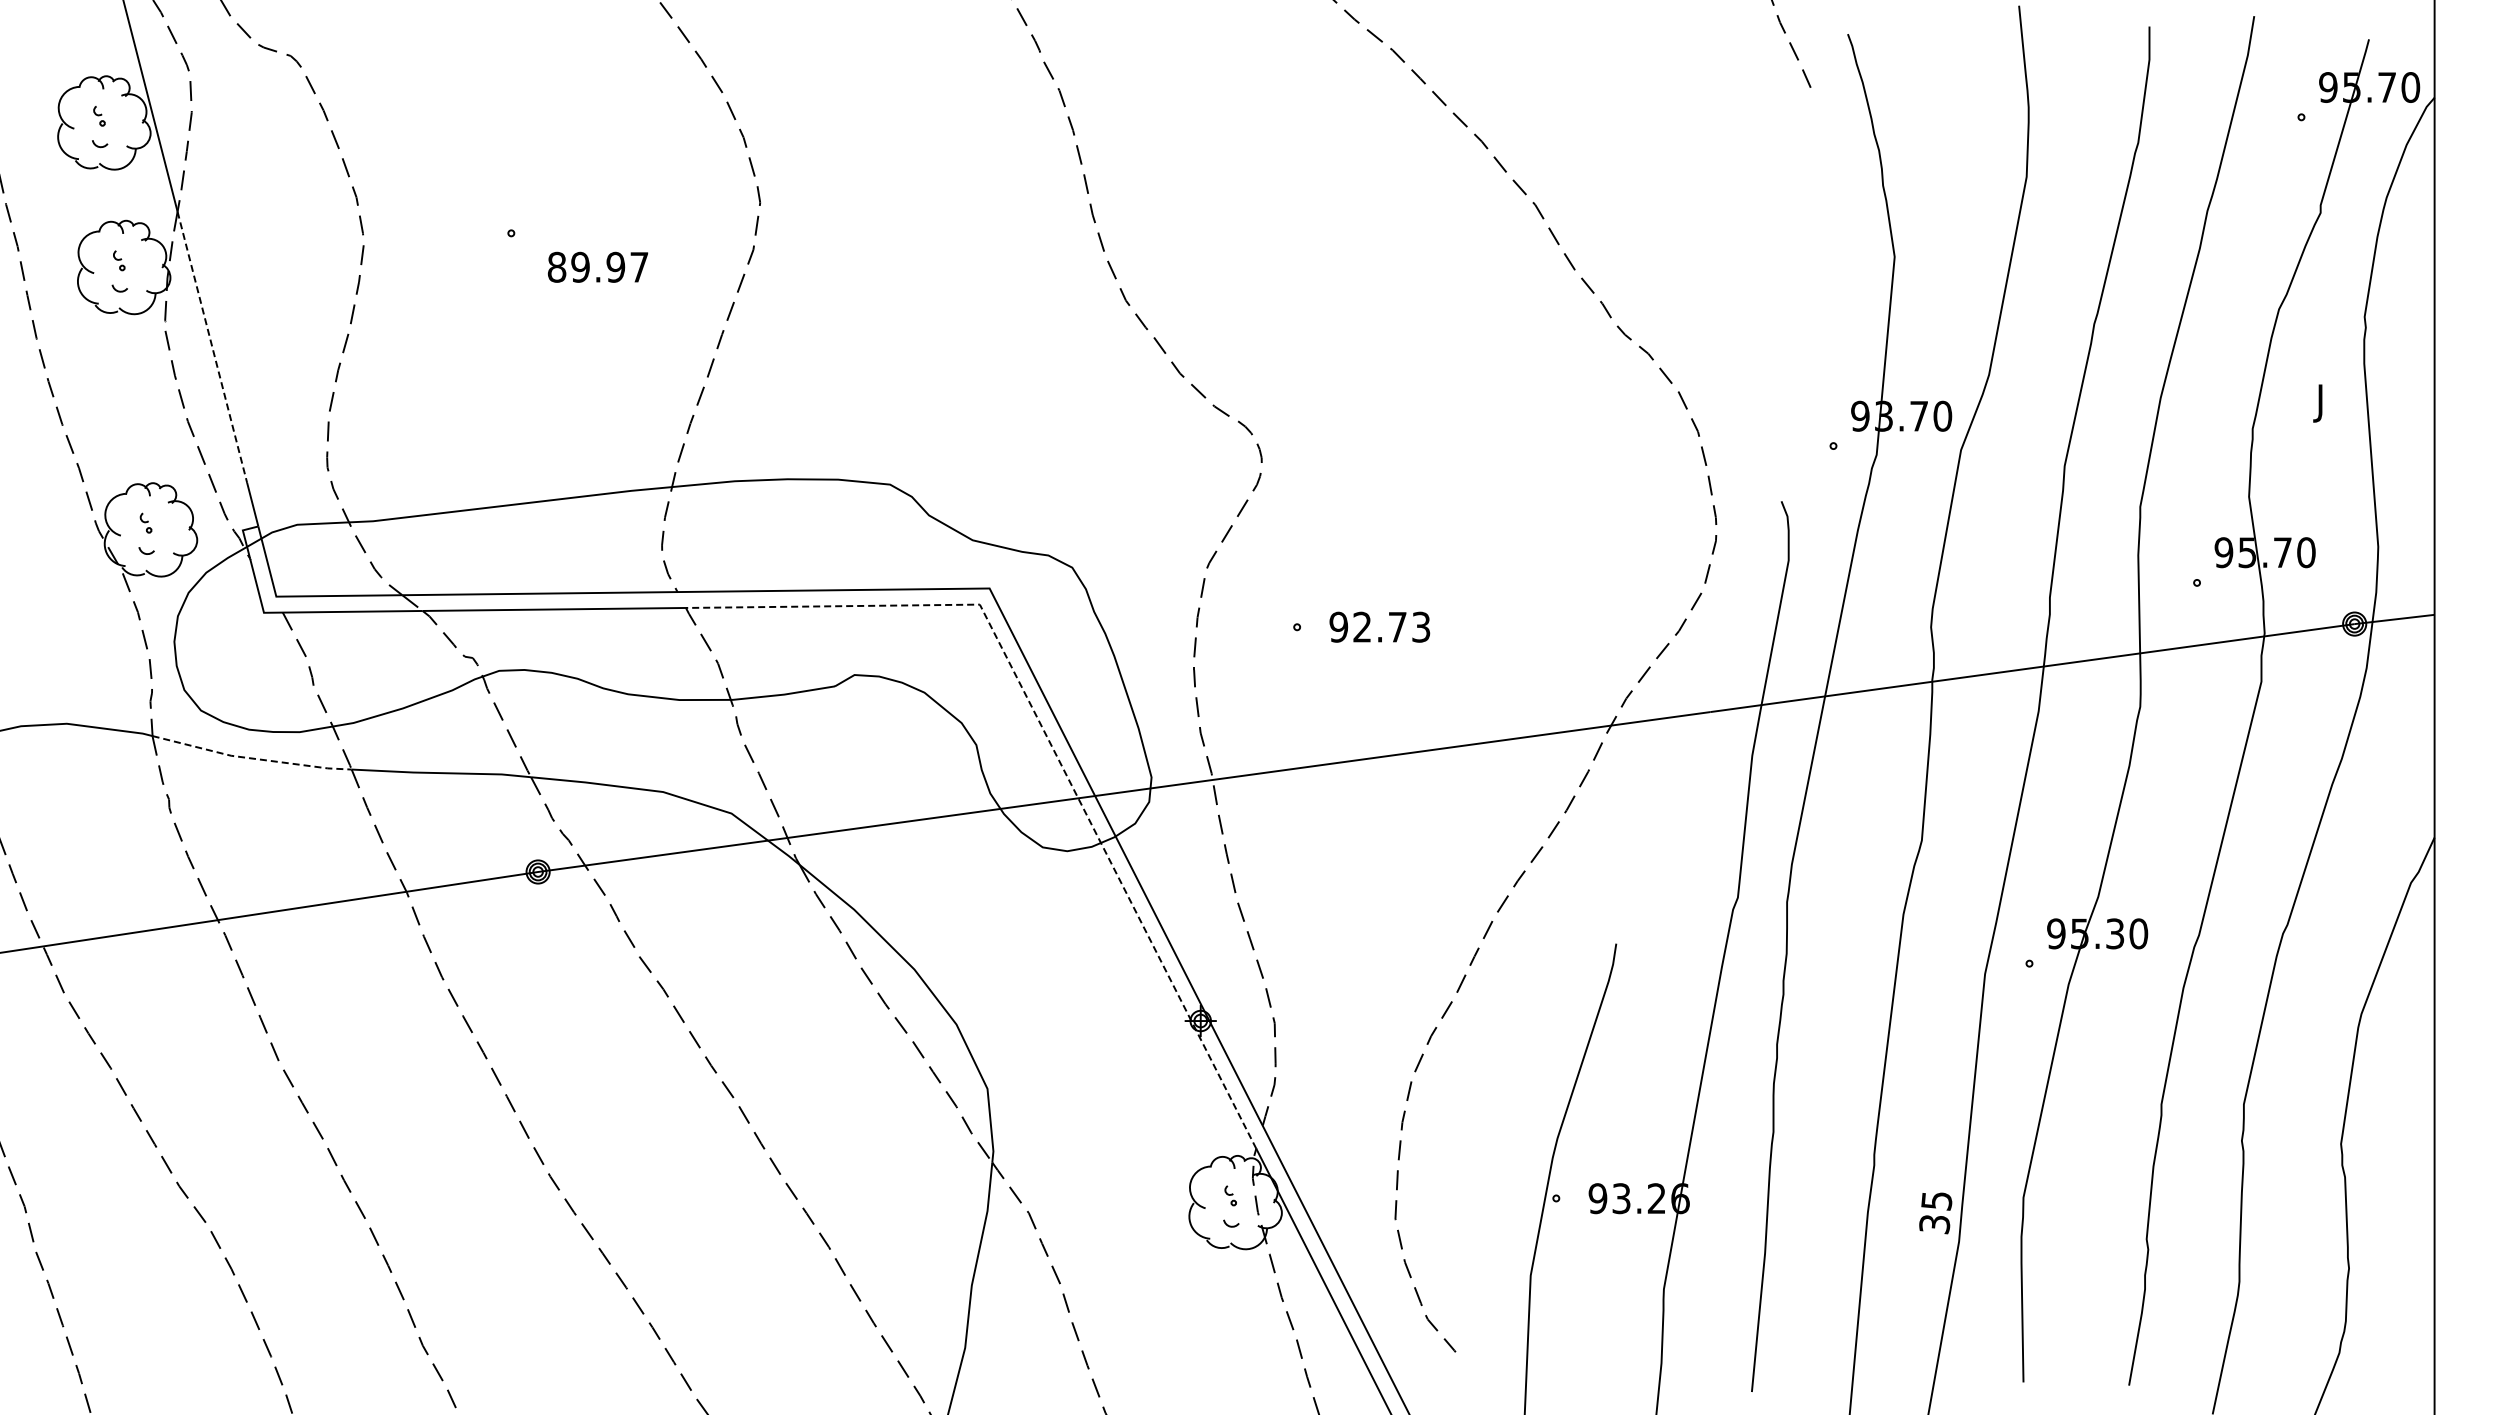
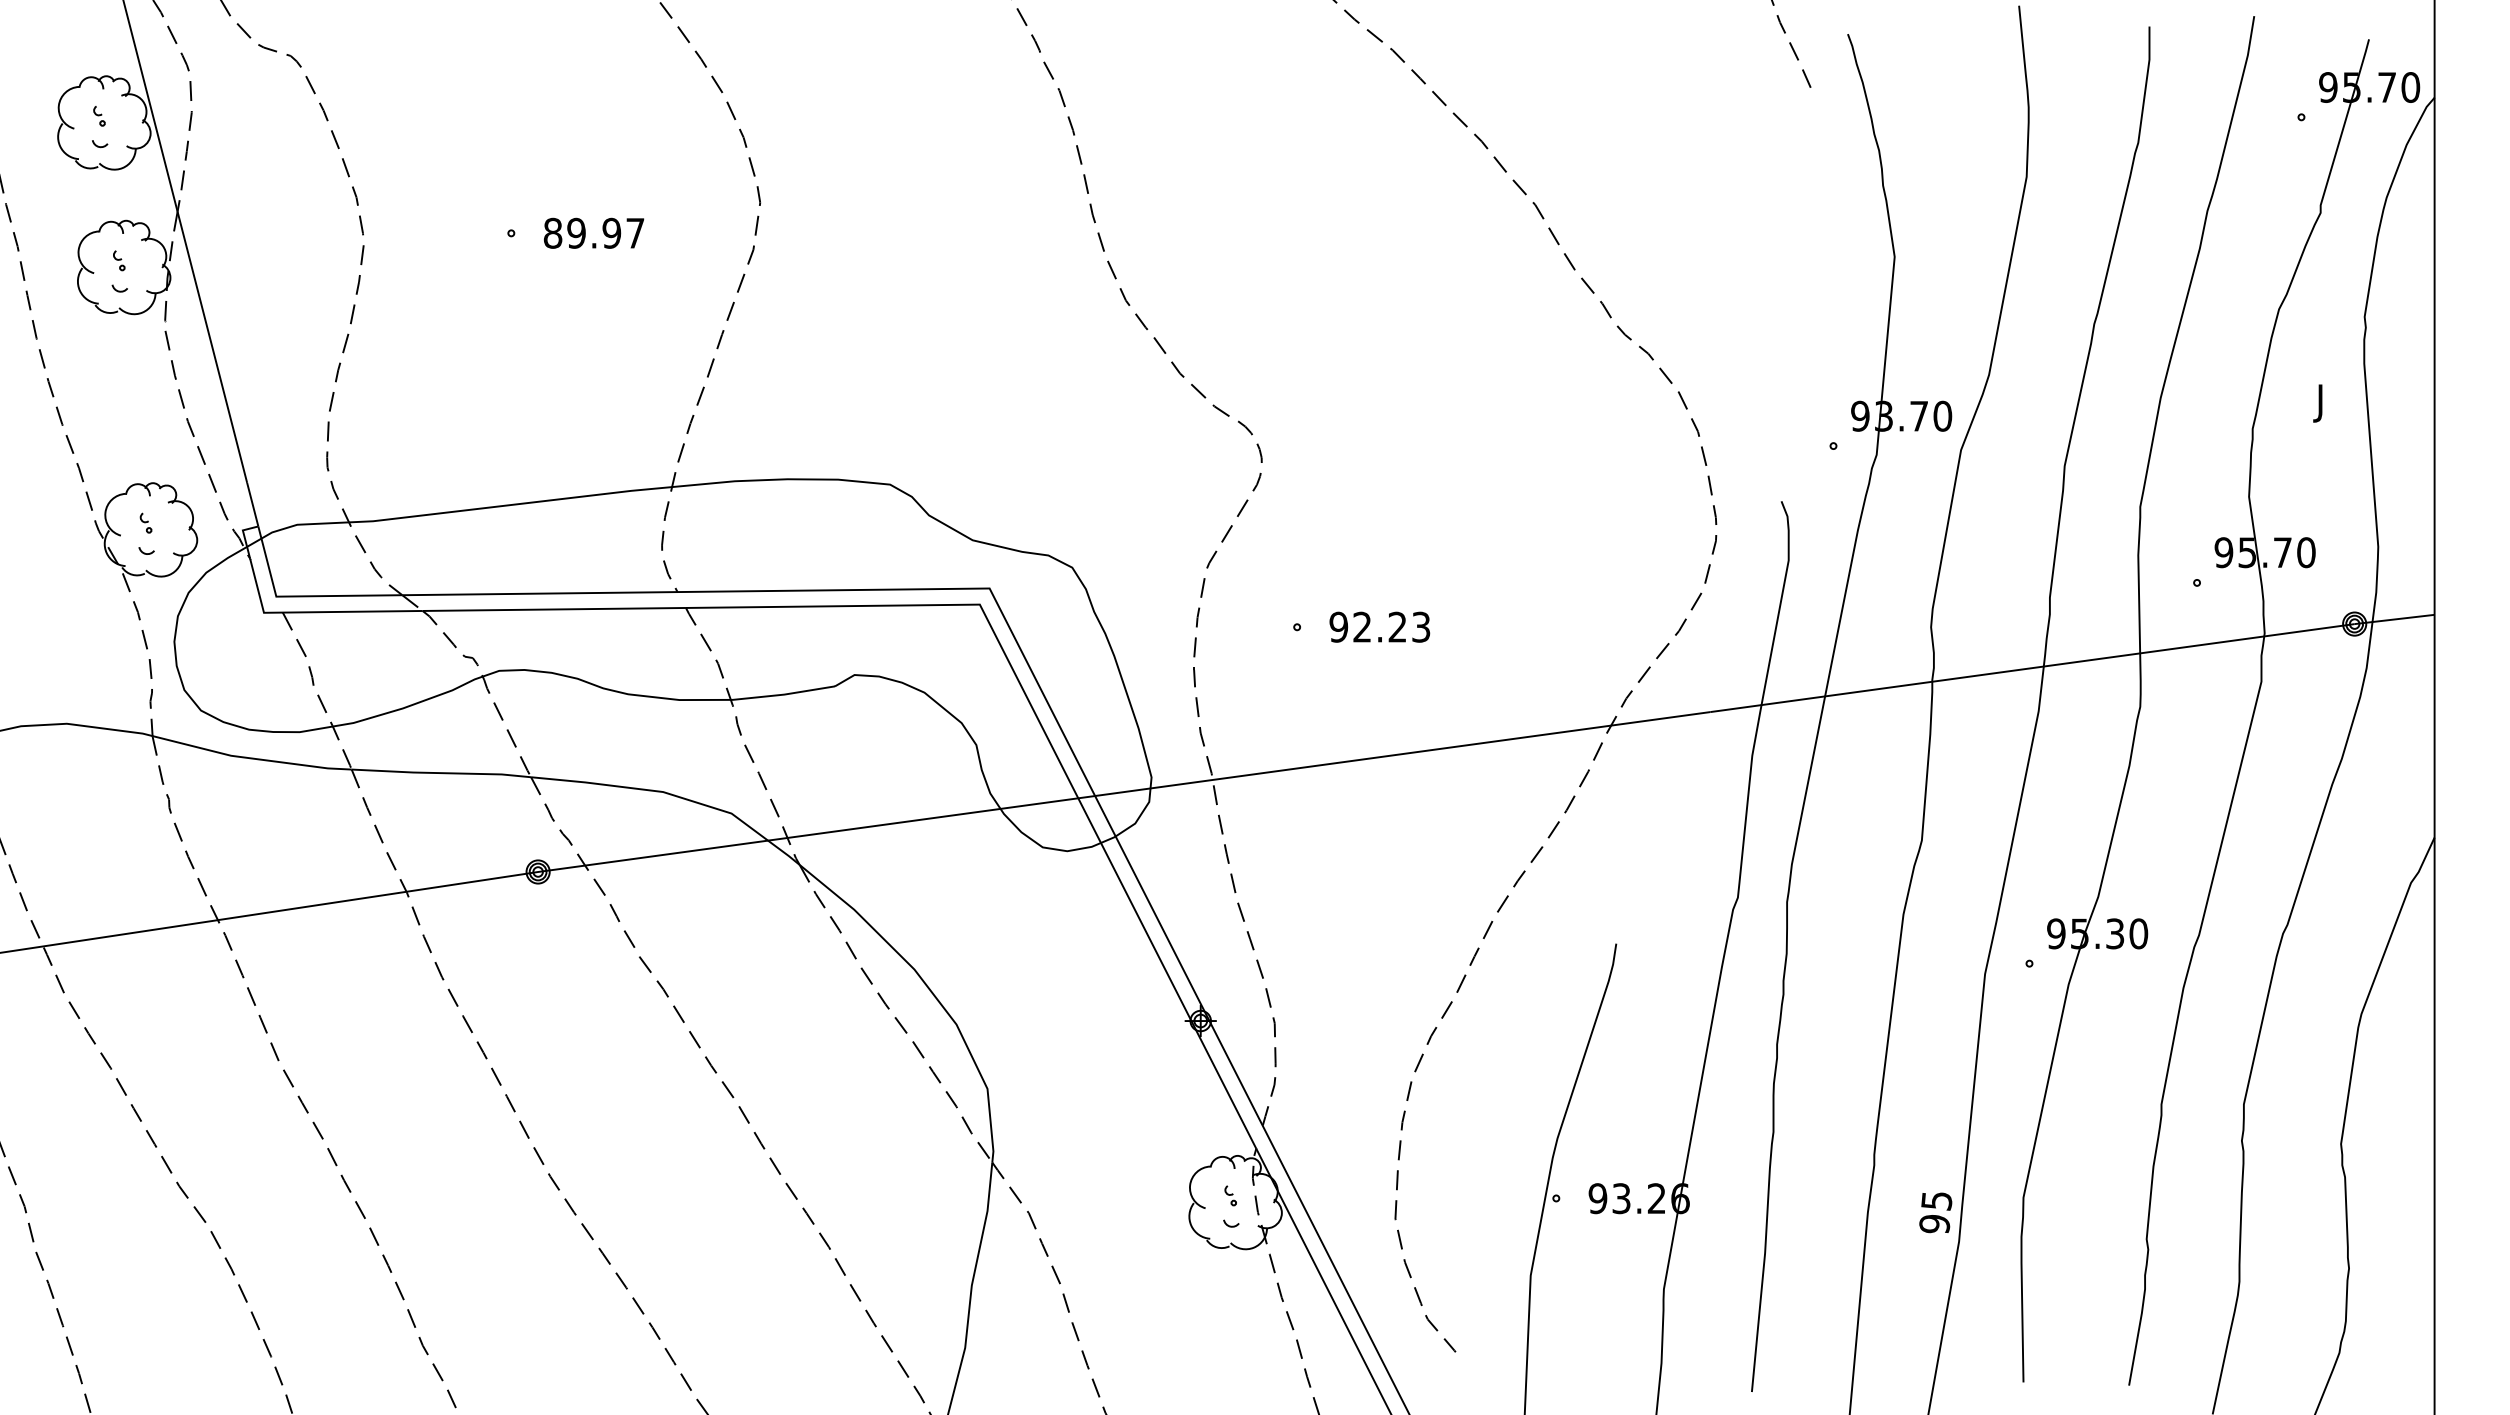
text at (598, 266) position: (598, 266) -> (594, 232)
line at (212, 347): dashed -> solid
text at (1397, 626): 92.73 -> 92.23
line at (1051, 745): dashed -> solid
line at (251, 758): dashed -> solid
text at (1934, 1224): 35 -> 95
